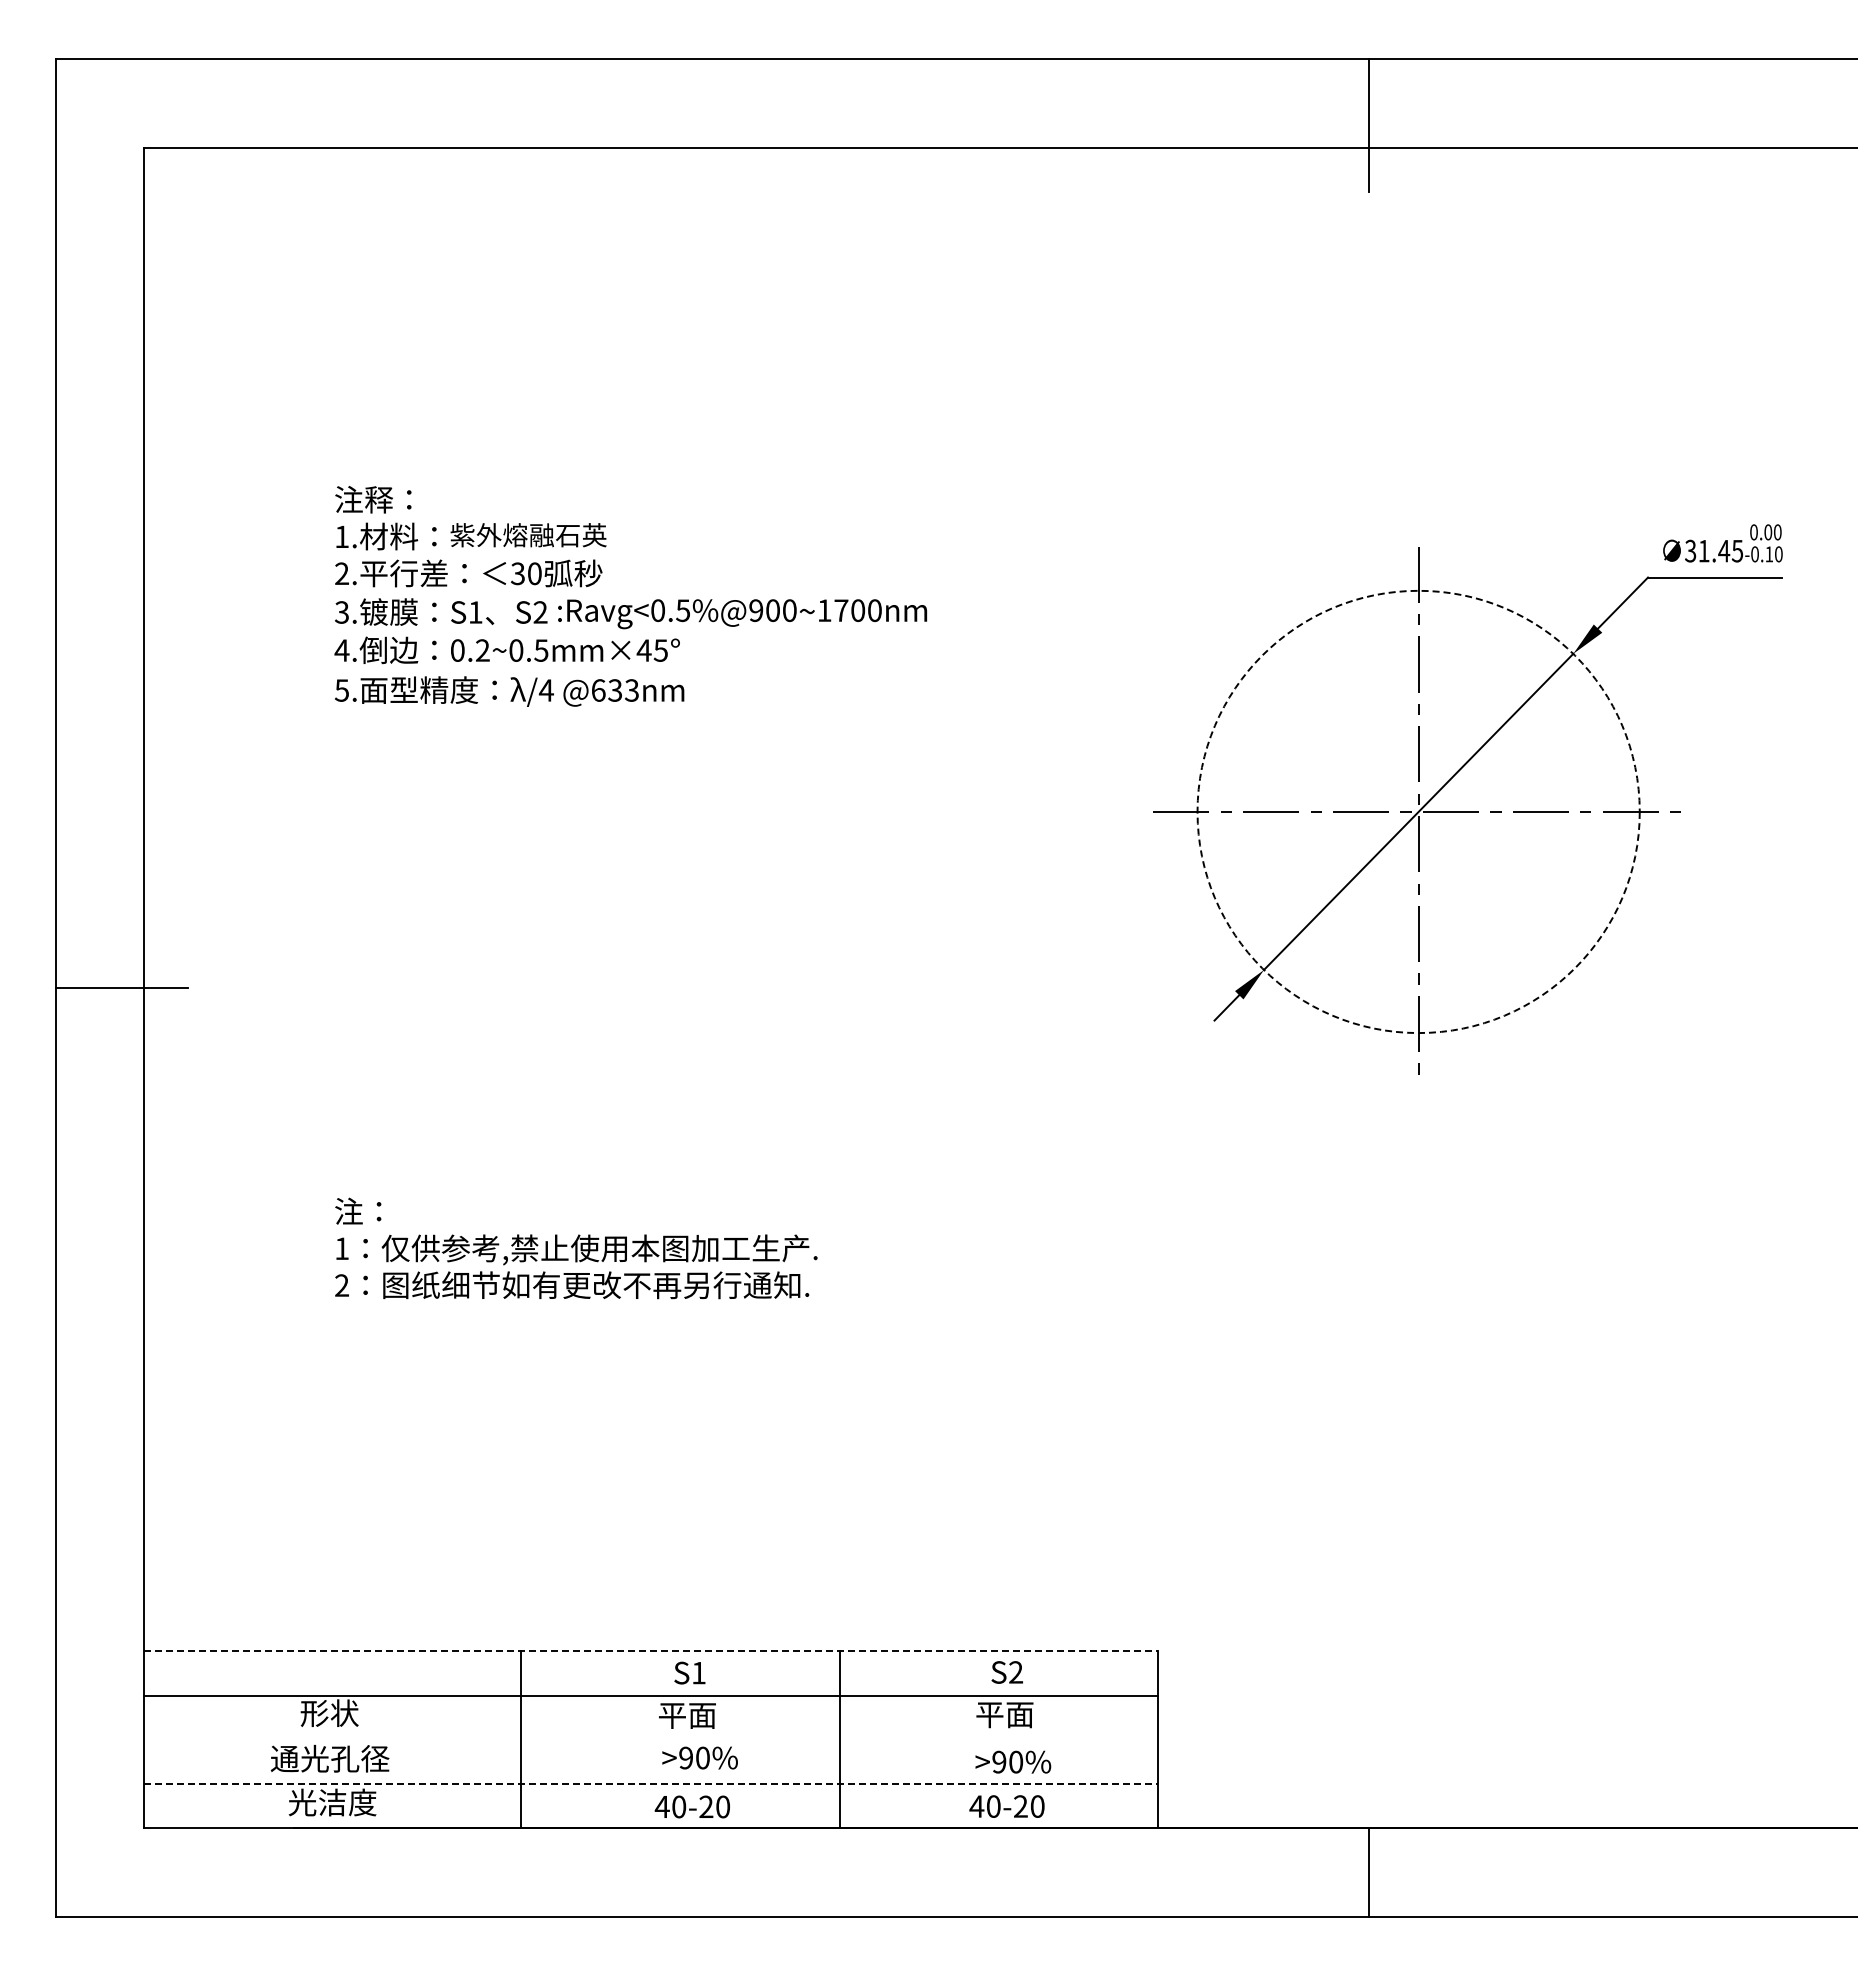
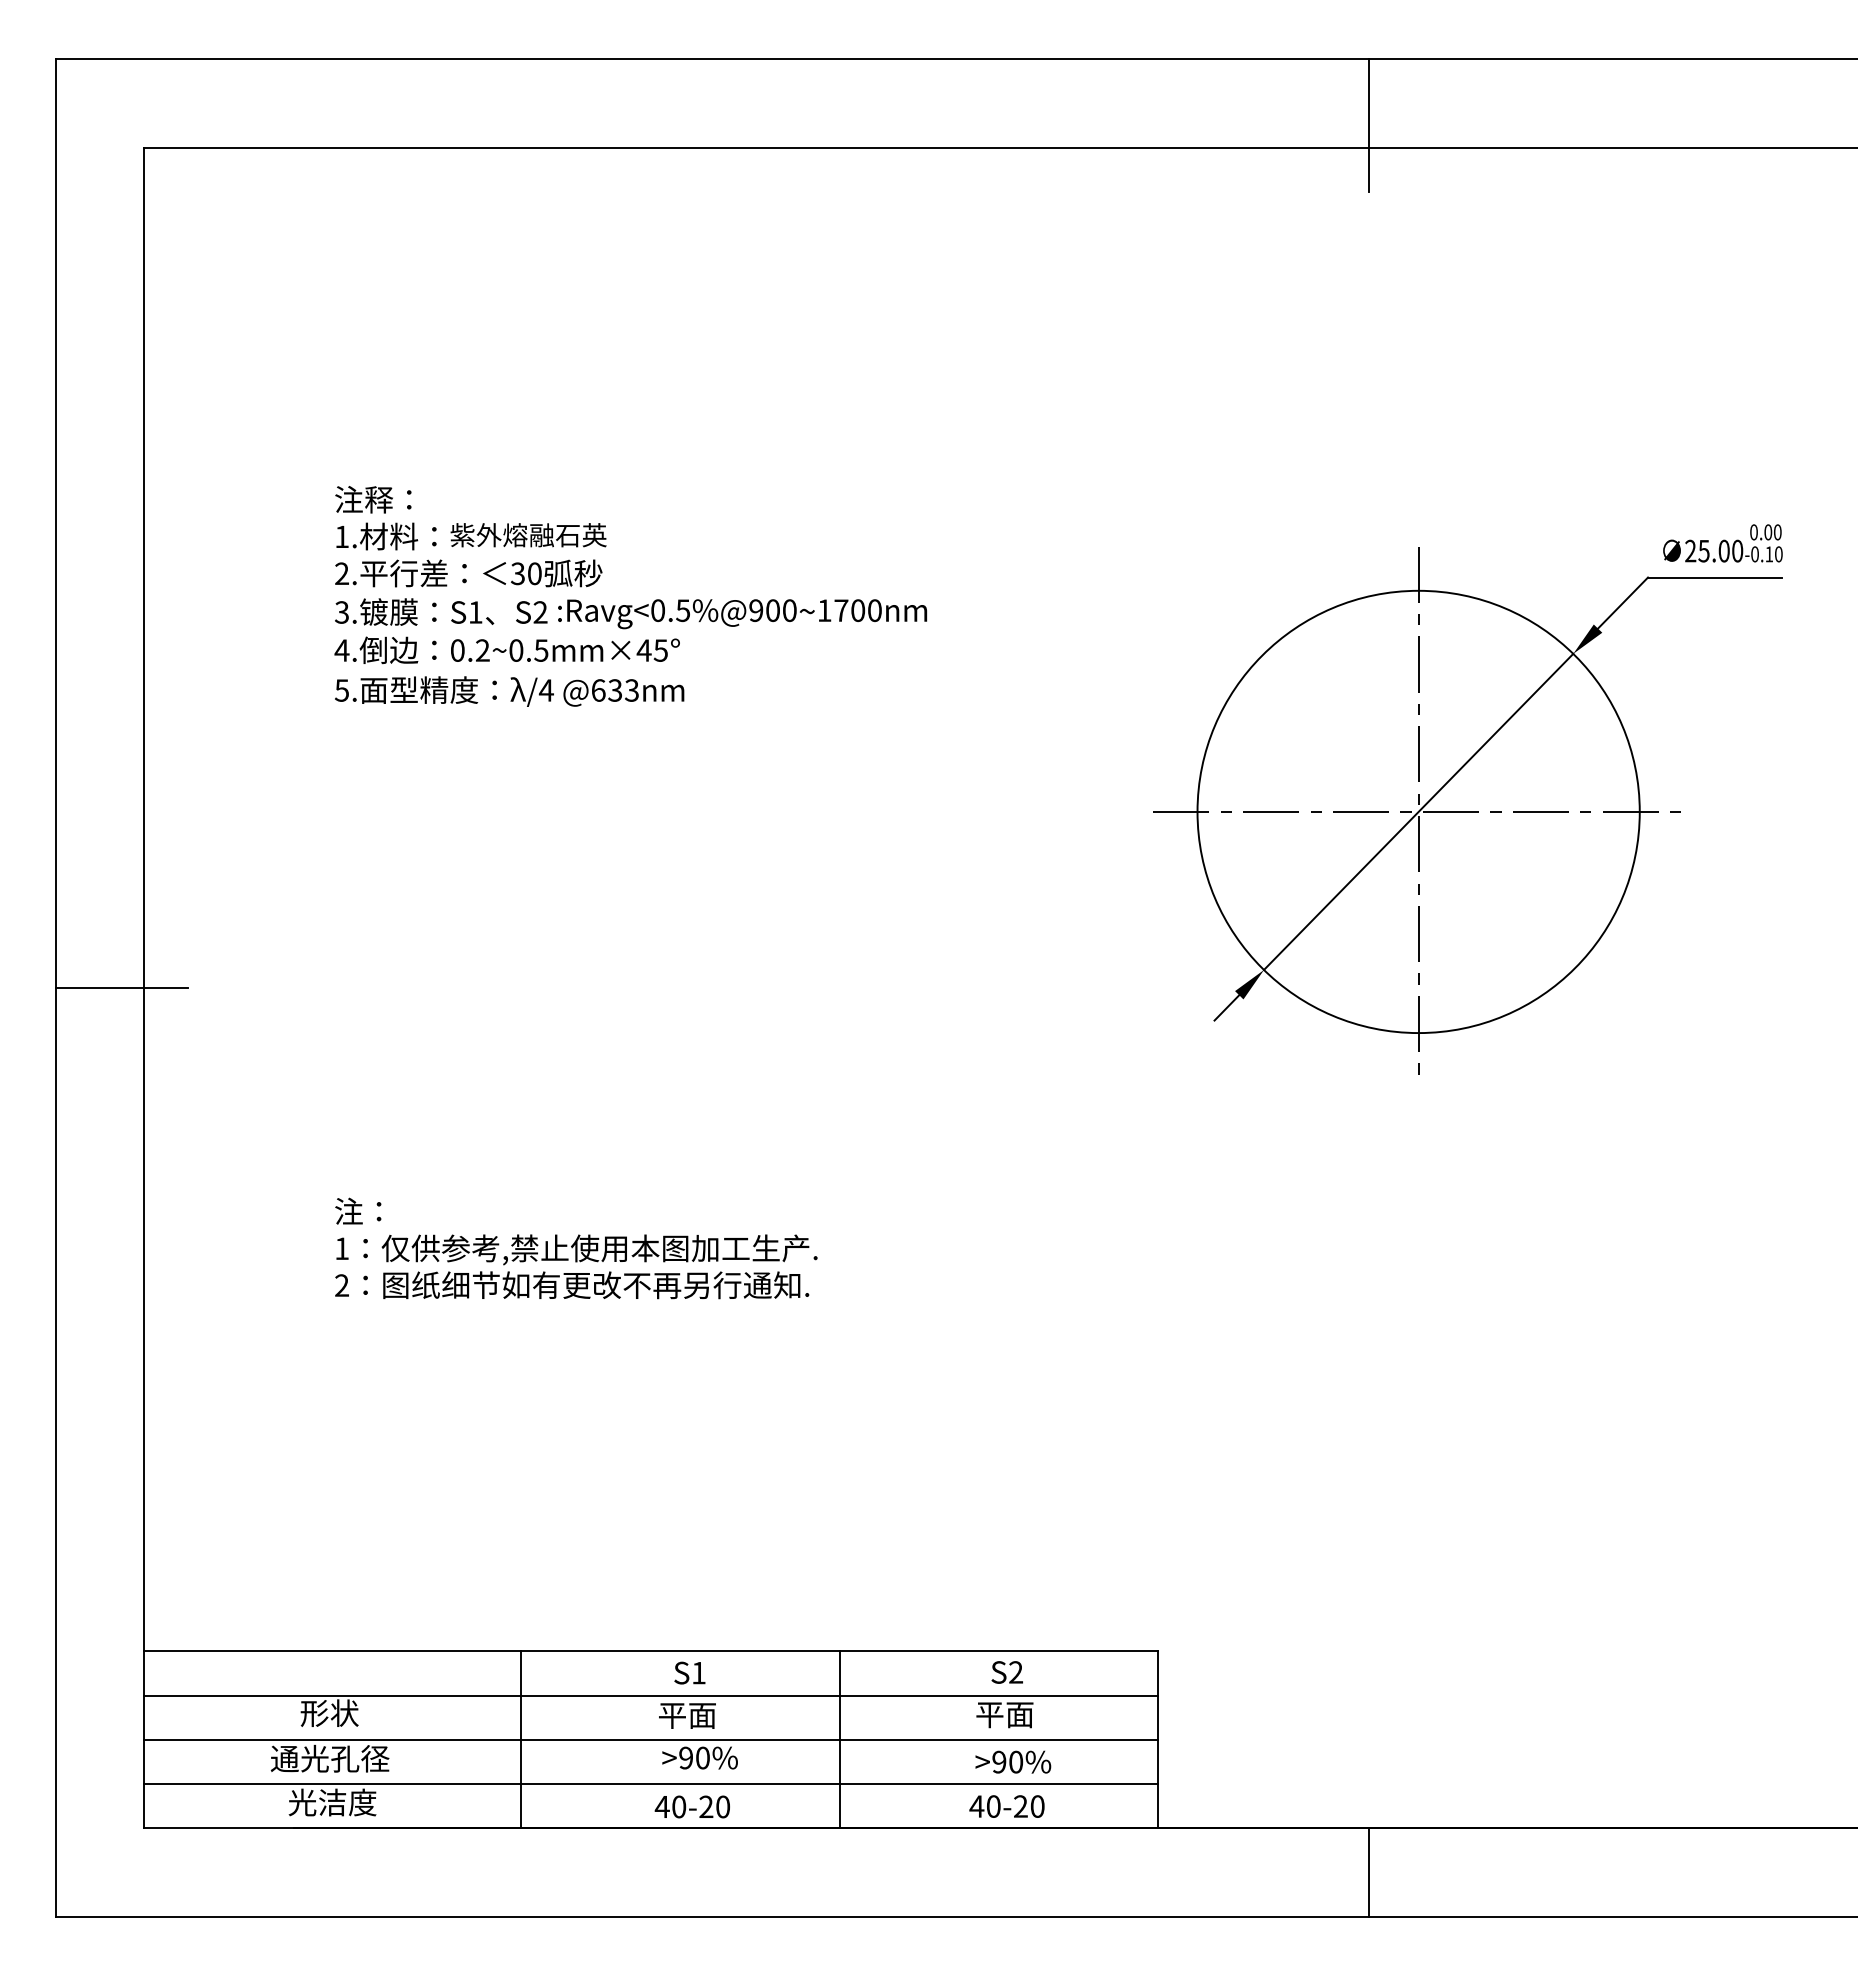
text at (1714, 550): 31.45 -> 25.00
circle at (1418, 811): dashed -> solid
line at (651, 1651): dashed -> solid
line at (651, 1739): none -> present
line at (651, 1784): dashed -> solid
